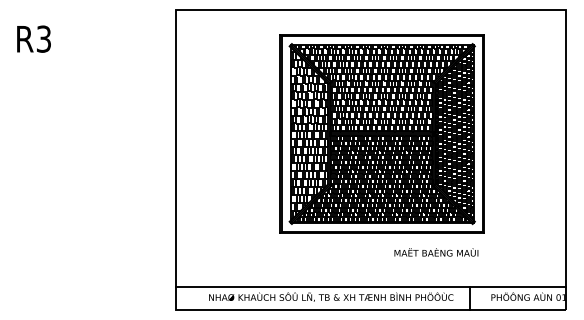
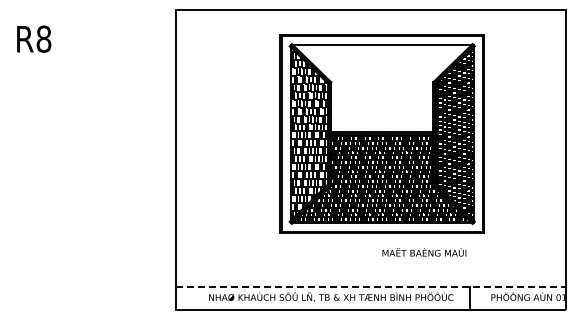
text at (43, 38): R3 -> R8
hatch at (382, 88): present -> none
text at (436, 252) position: (436, 252) -> (424, 252)
line at (371, 287): solid -> dashed
